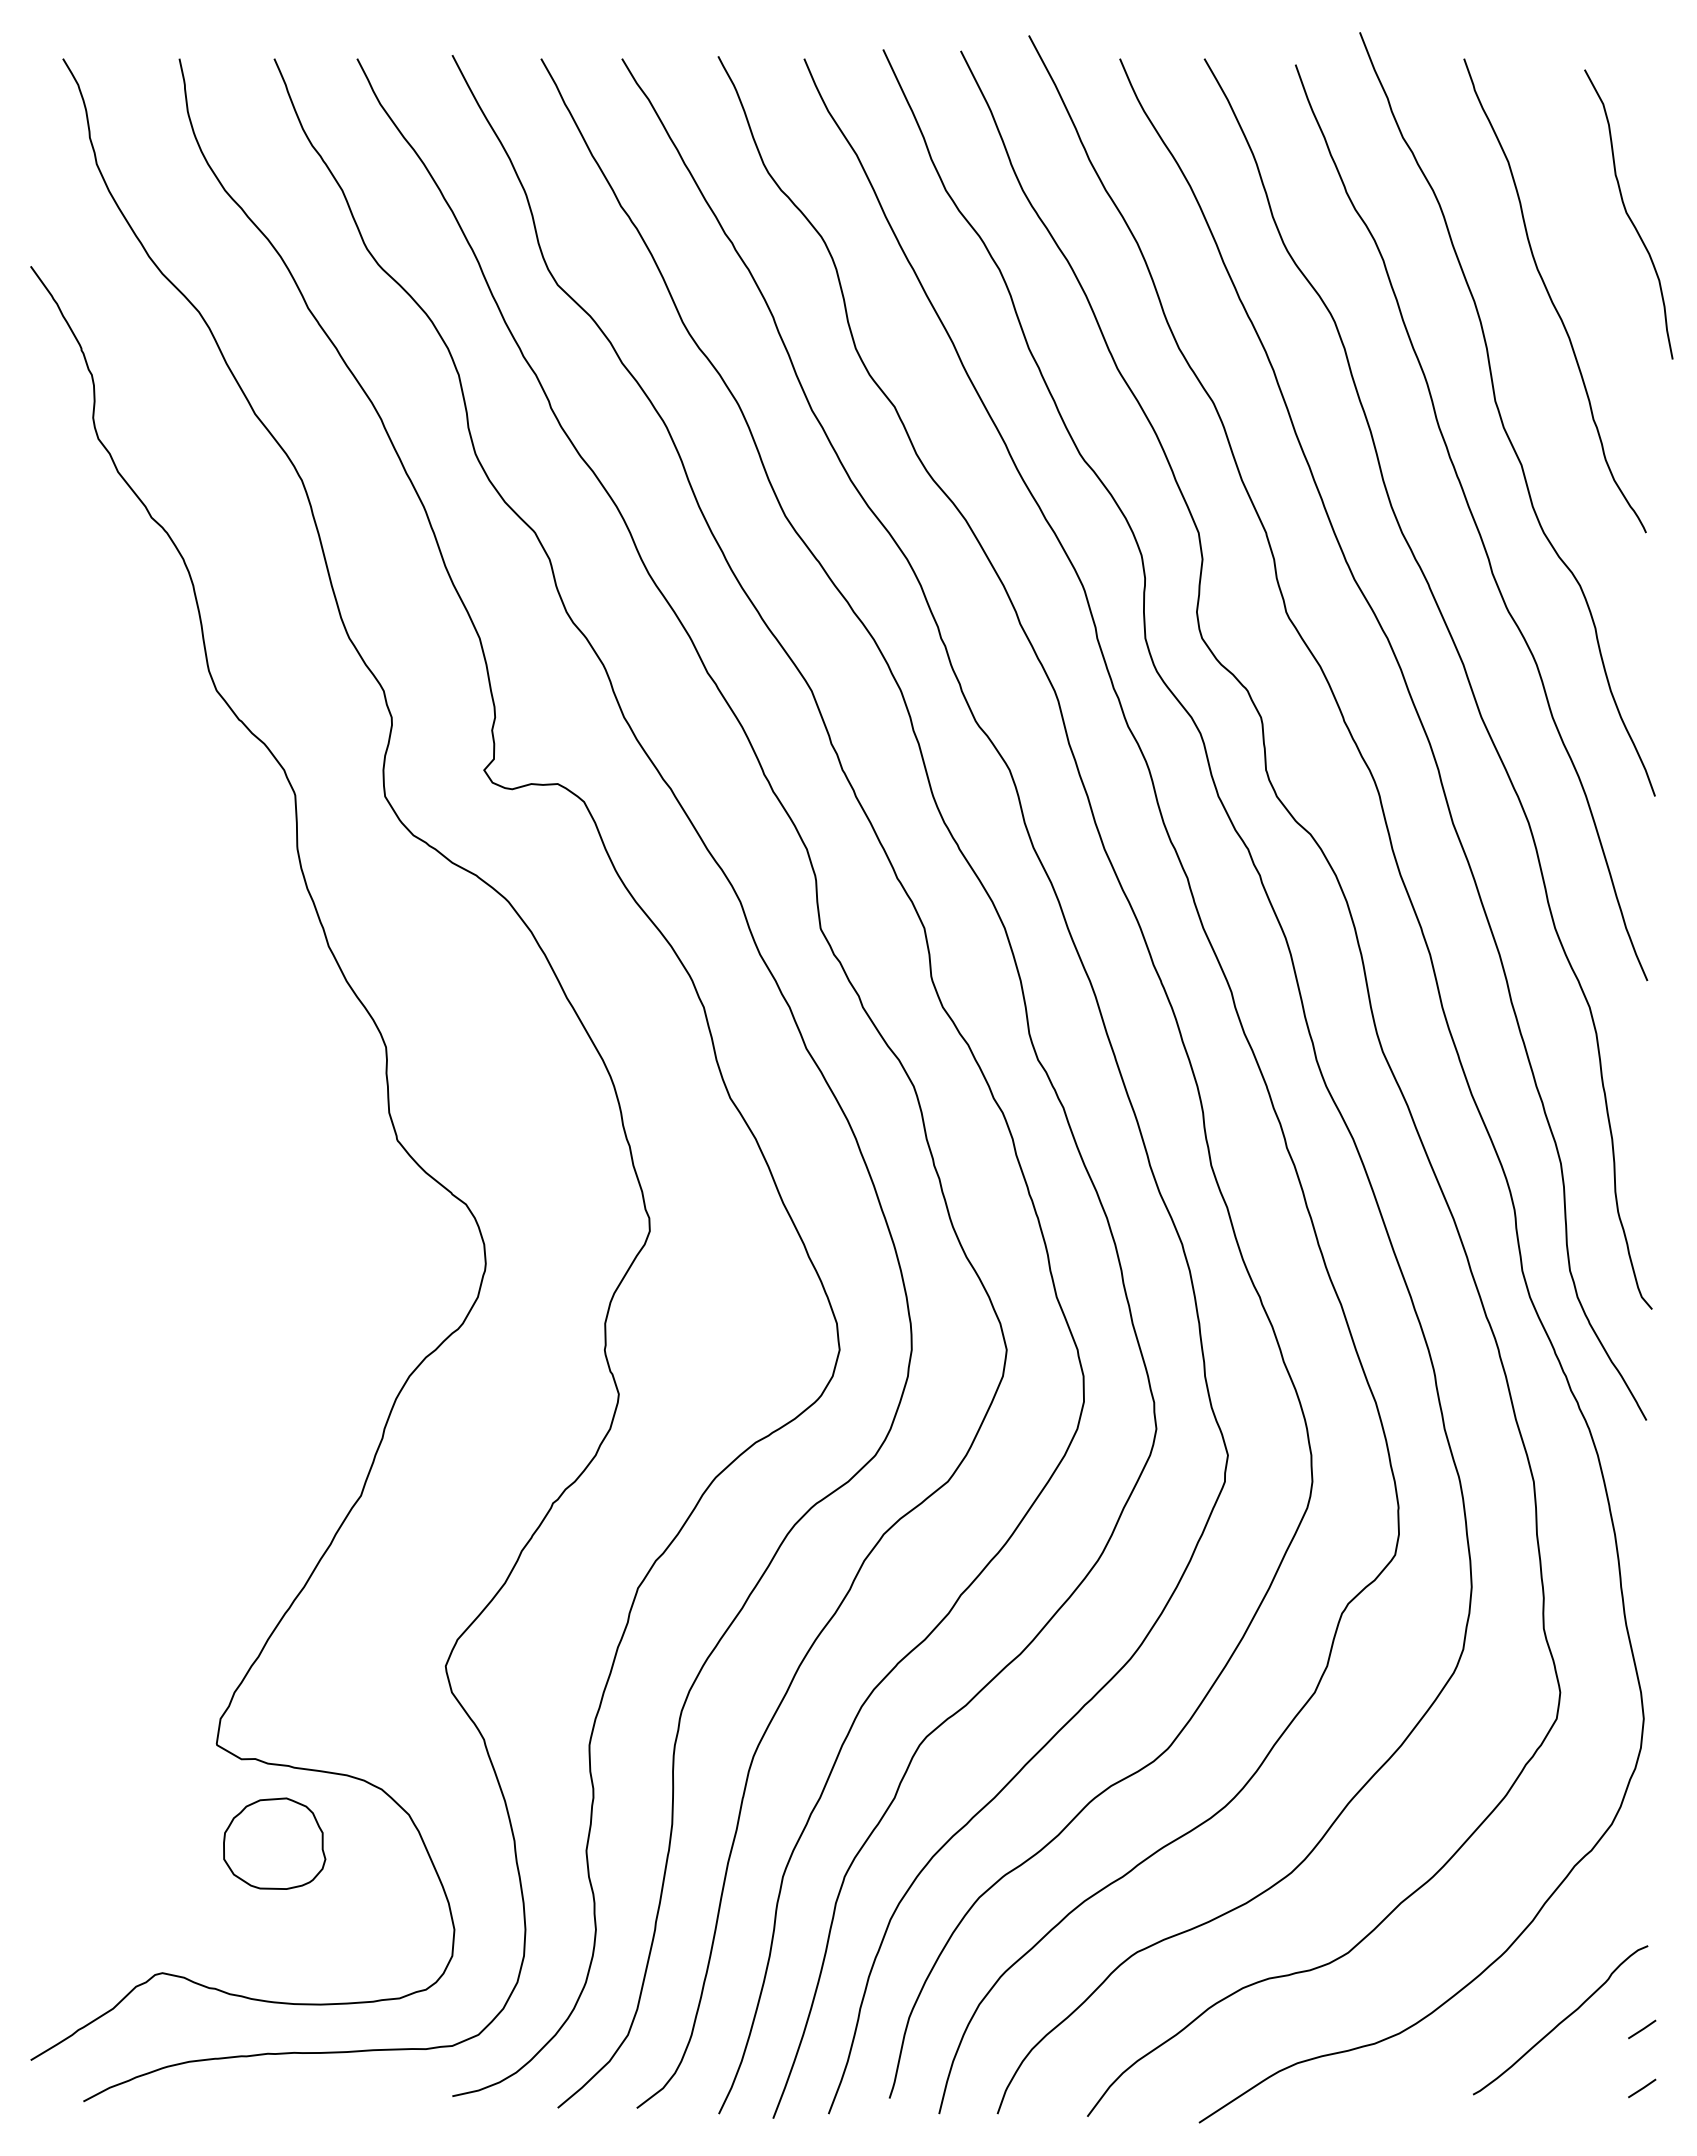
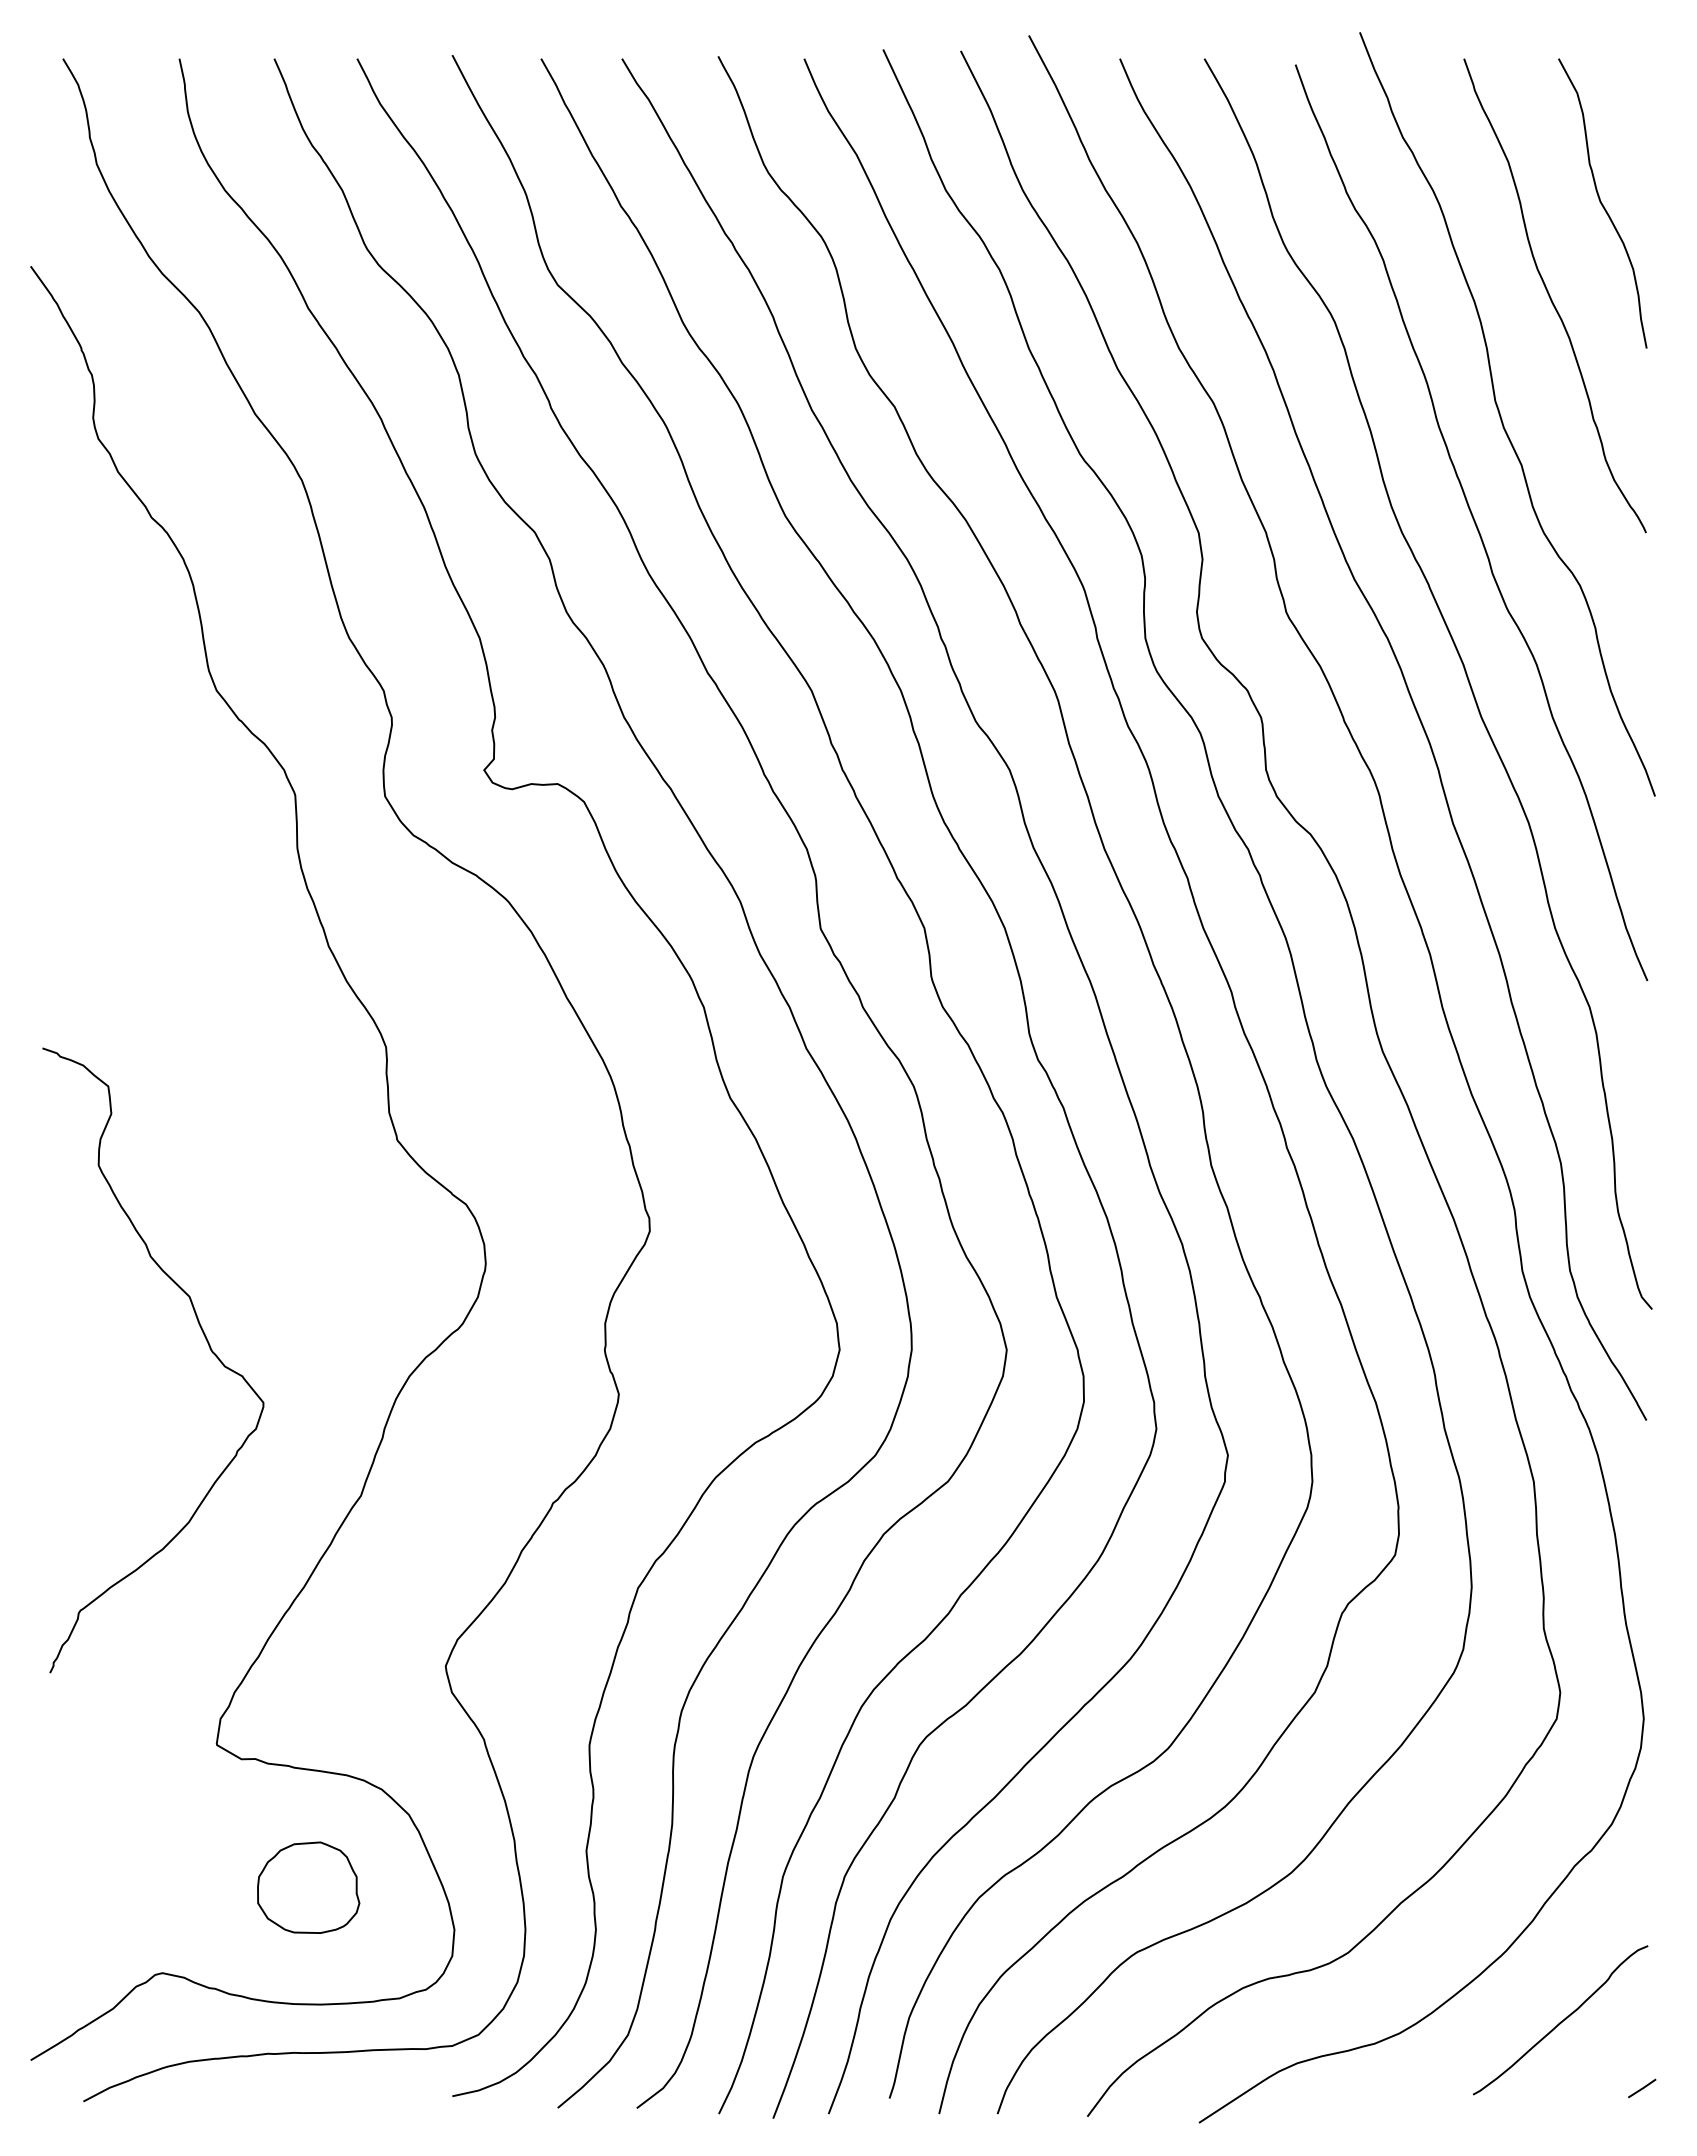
curve at (1628, 214) position: (1628, 214) -> (1602, 203)
curve at (203, 1335): none -> present
part at (274, 1843) position: (274, 1843) -> (308, 1887)
line at (1642, 2029): present -> none
